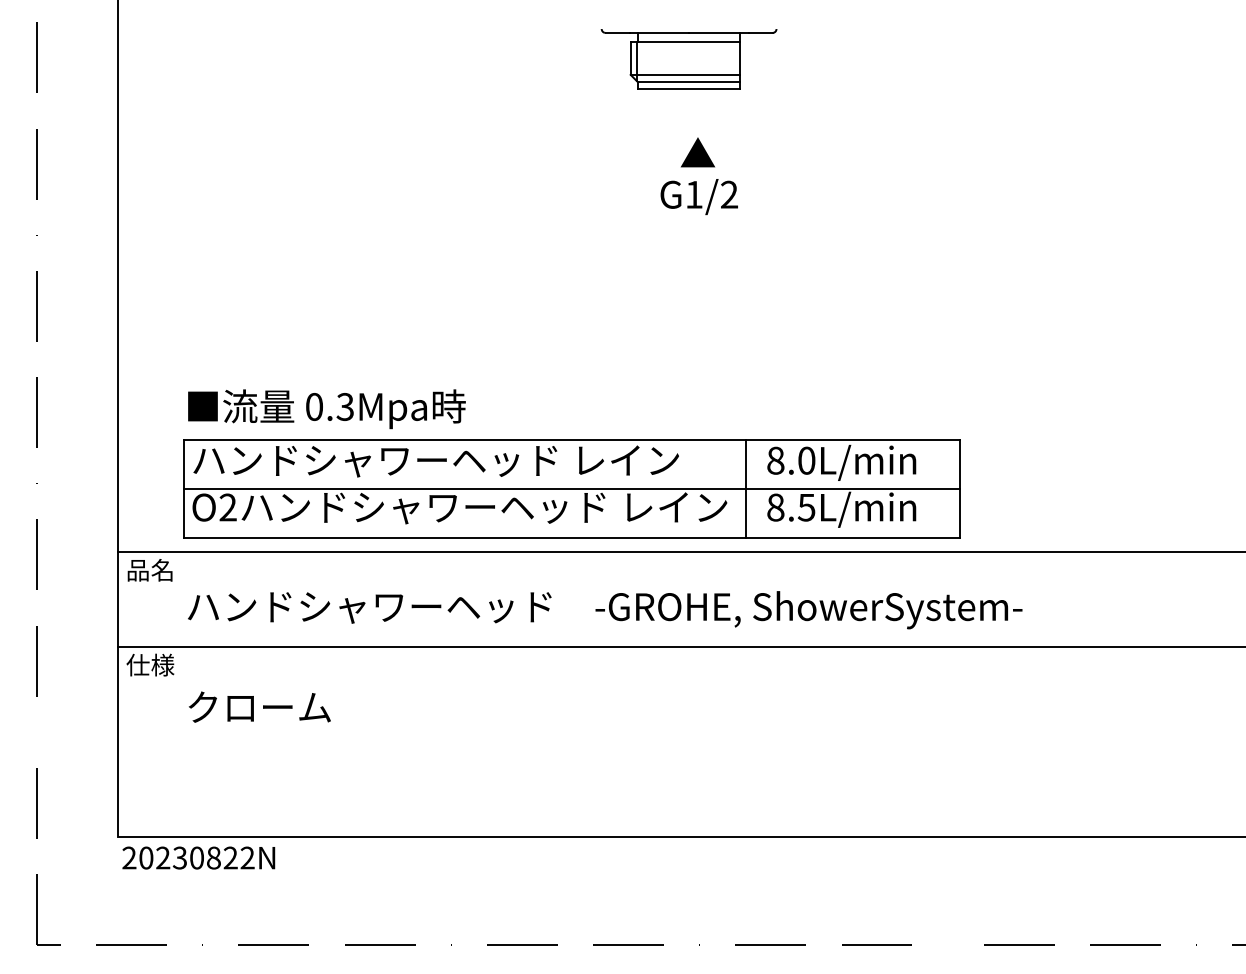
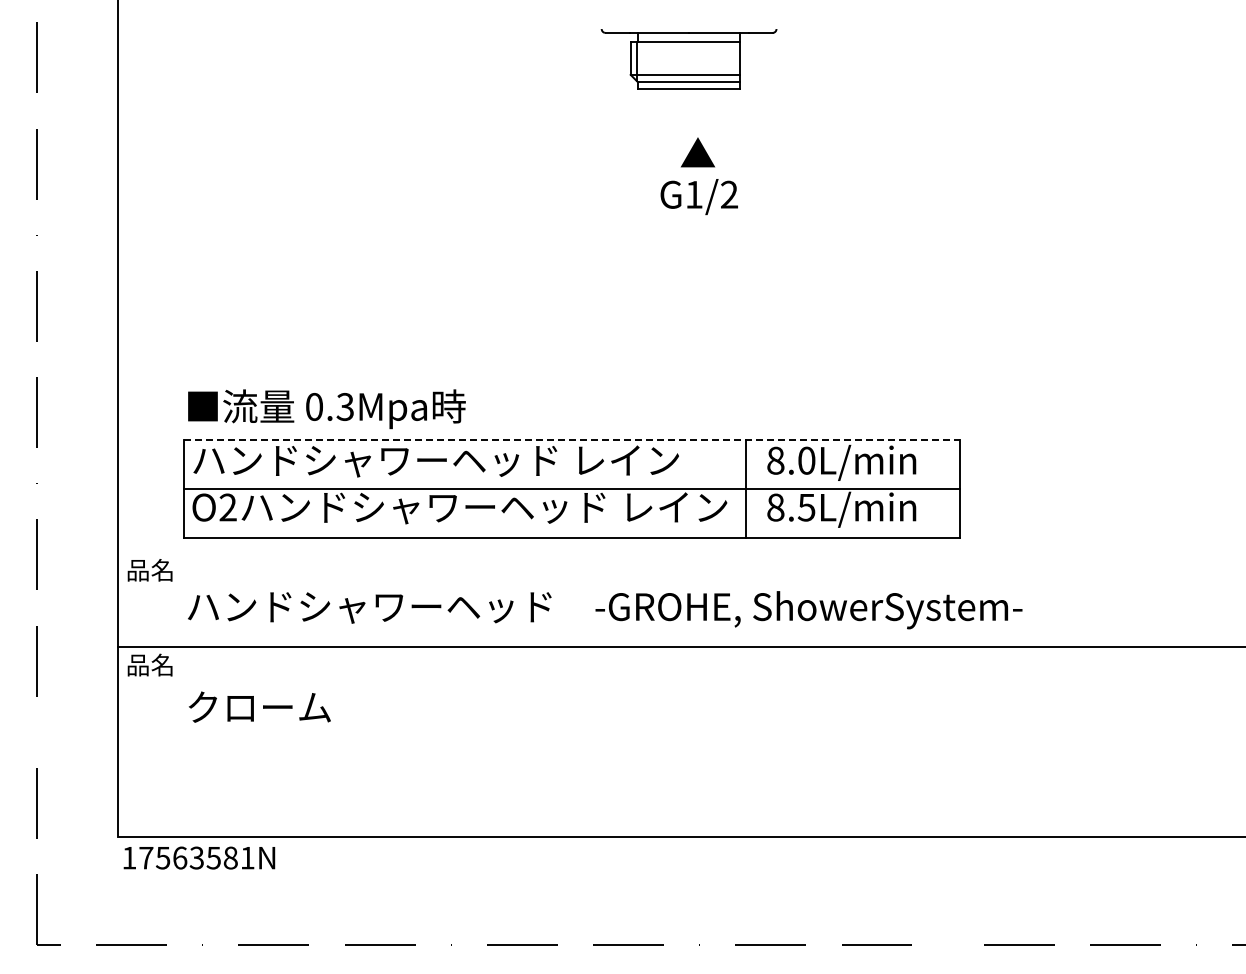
line at (572, 440): solid -> dashed
line at (679, 552): present -> none
text at (150, 664): 仕様 -> 品名
text at (188, 857): 20230822N -> 17563581N
